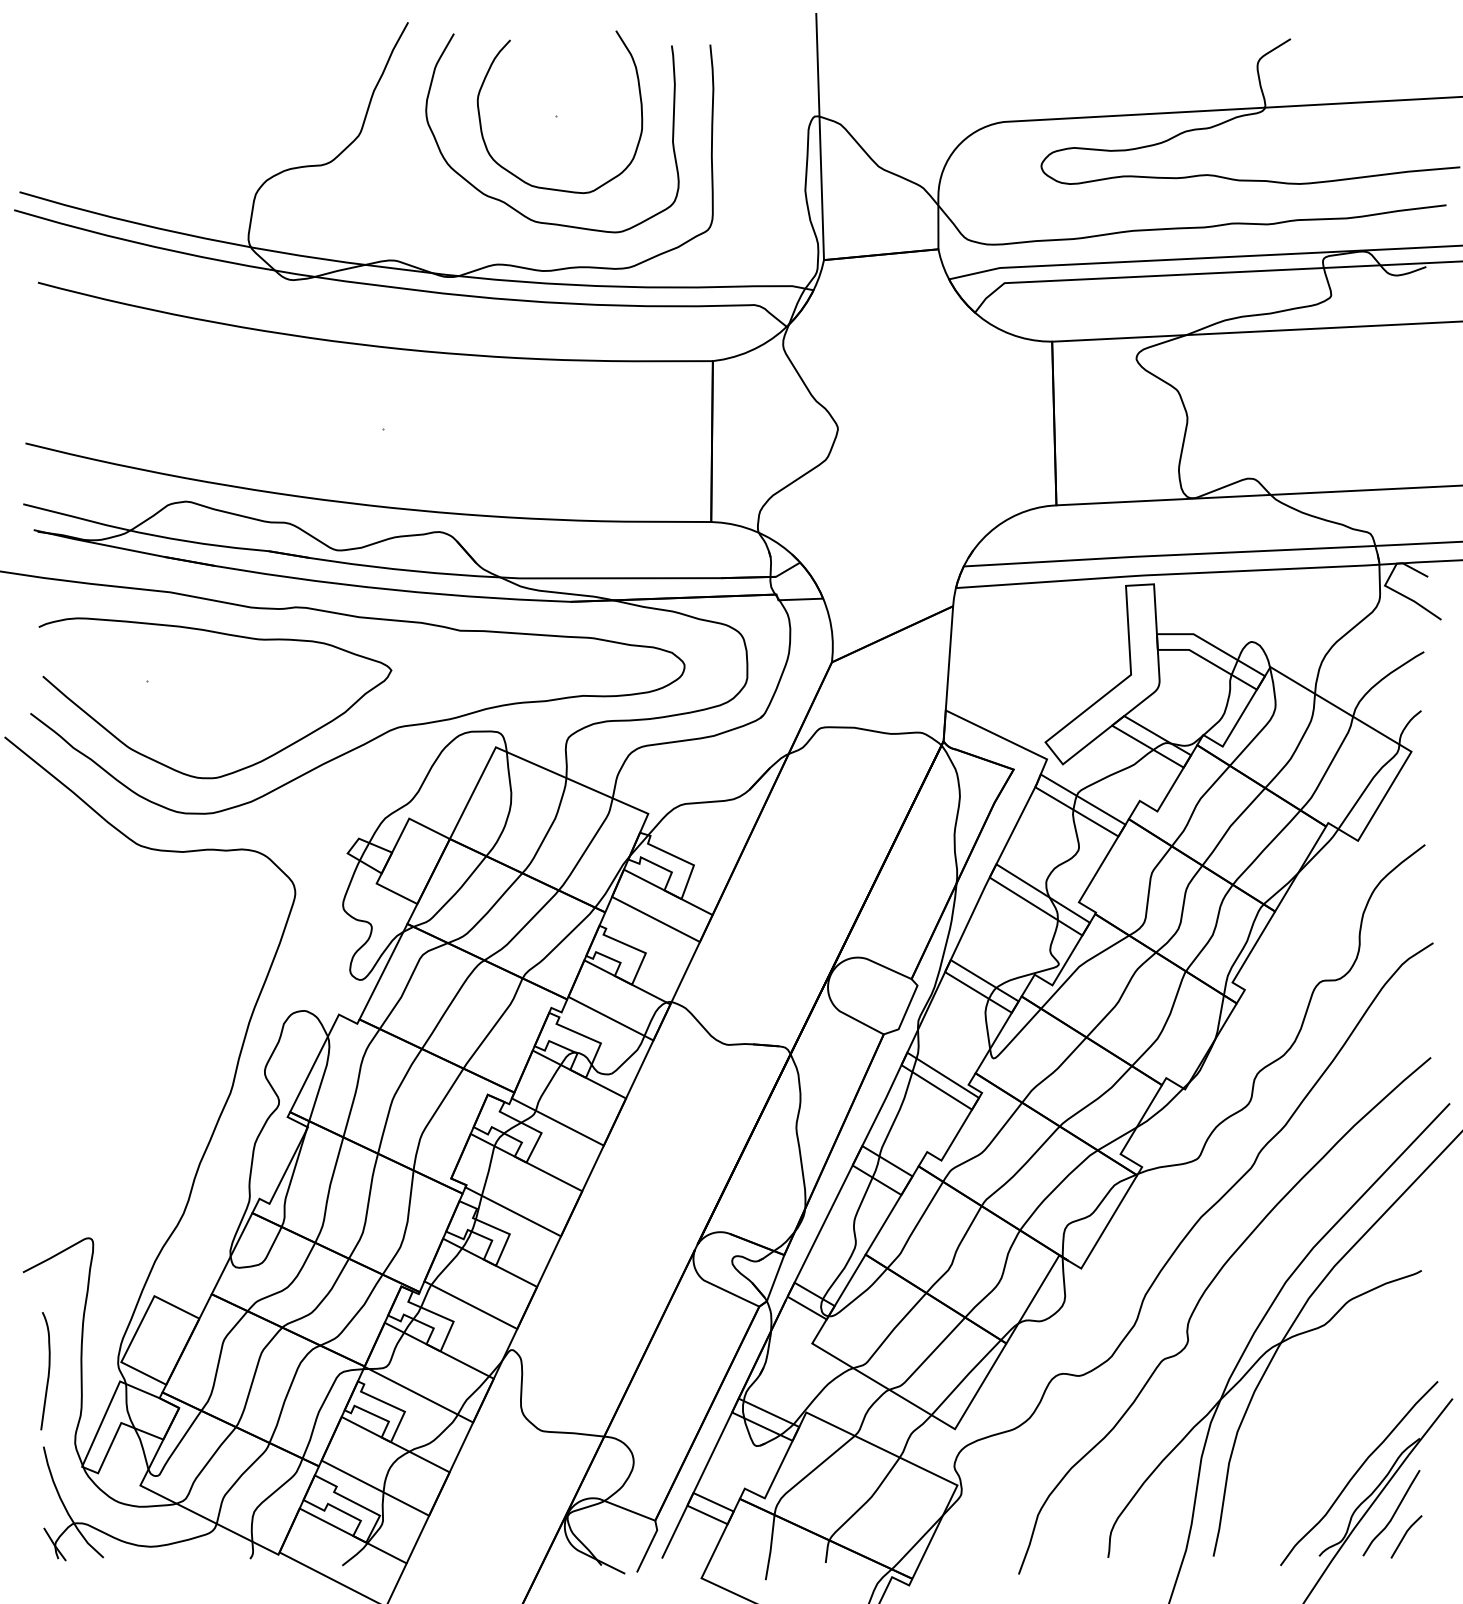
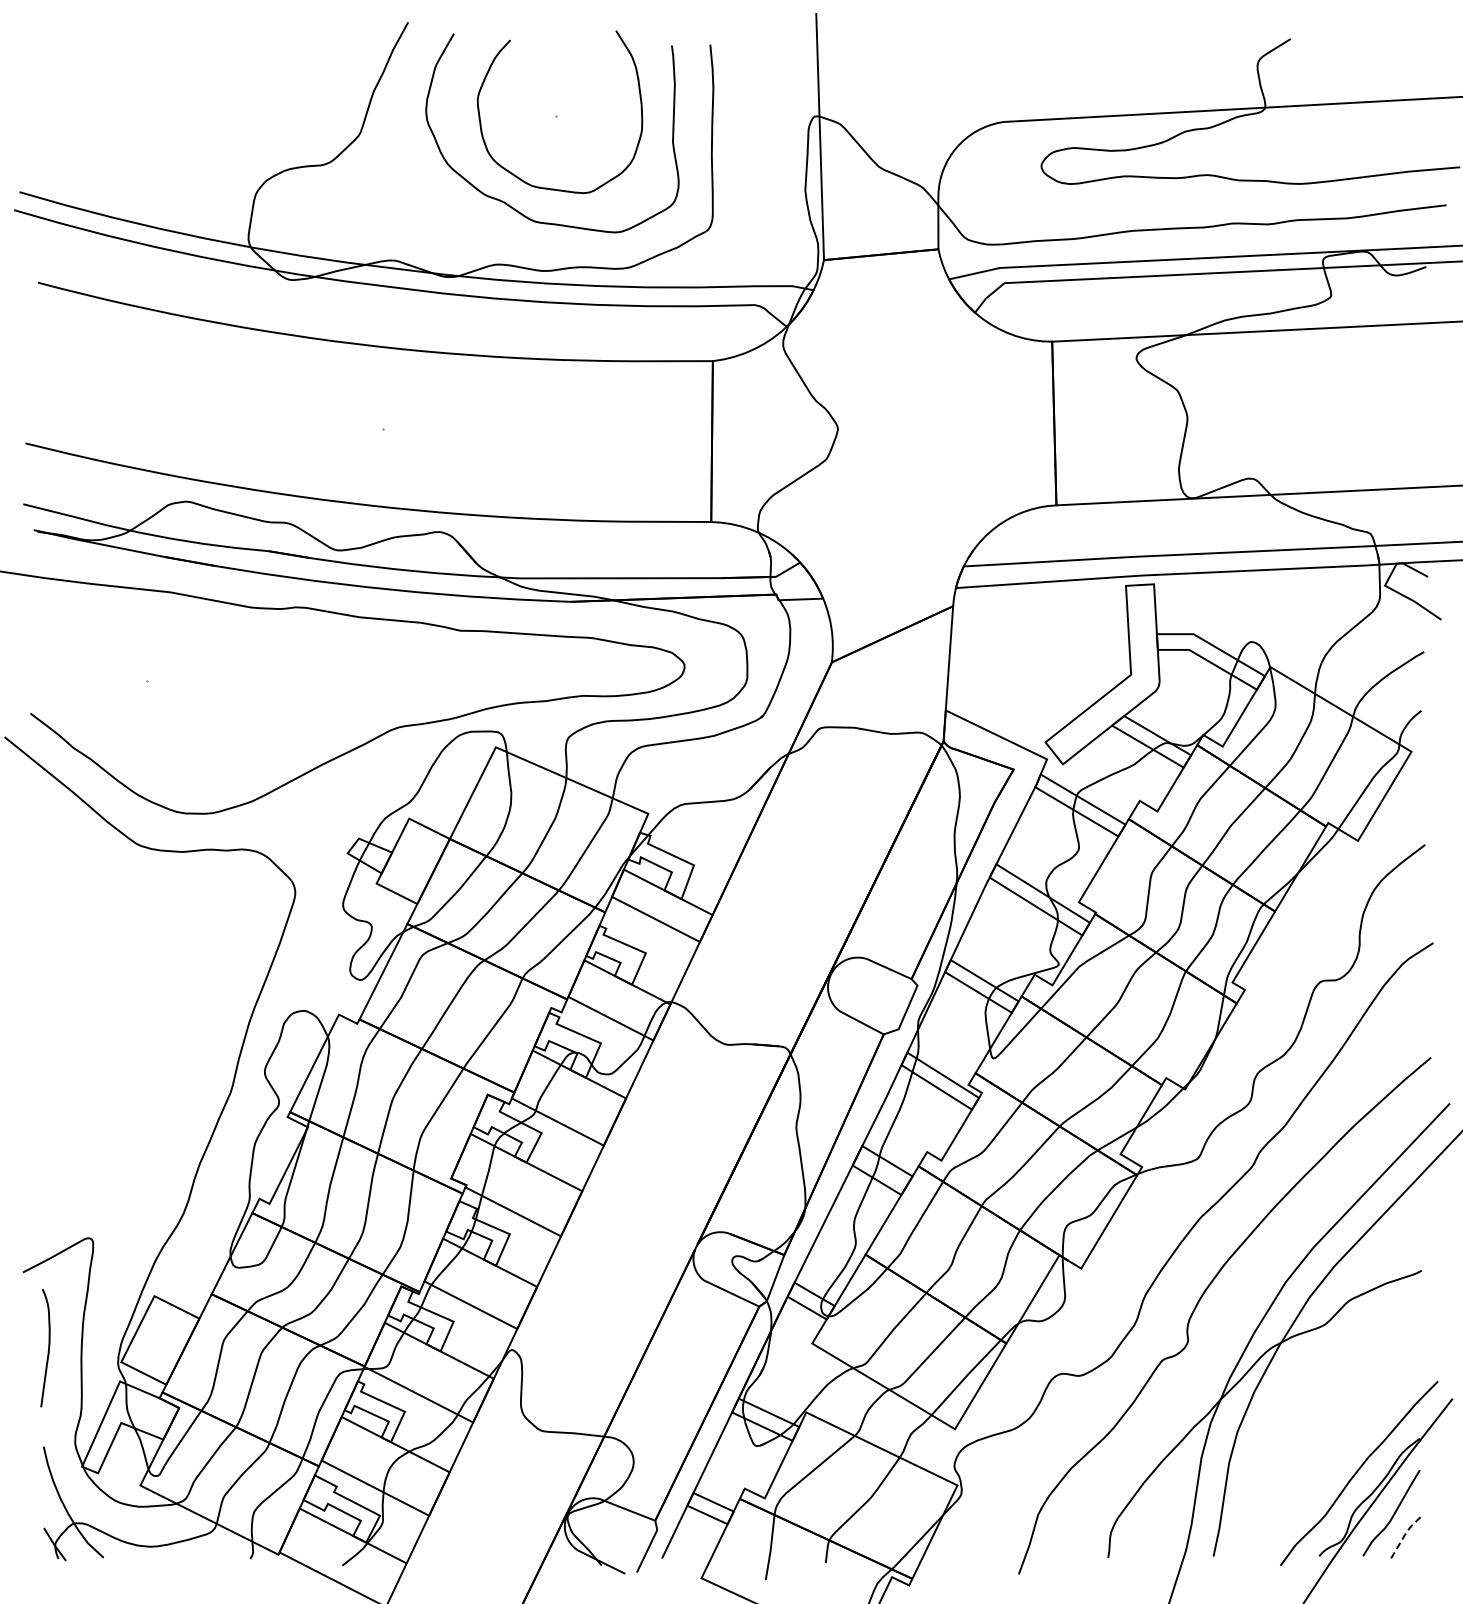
curve at (226, 635): present -> none
curve at (48, 1371) position: (48, 1371) -> (48, 1348)
line at (1405, 1534): solid -> dashed
